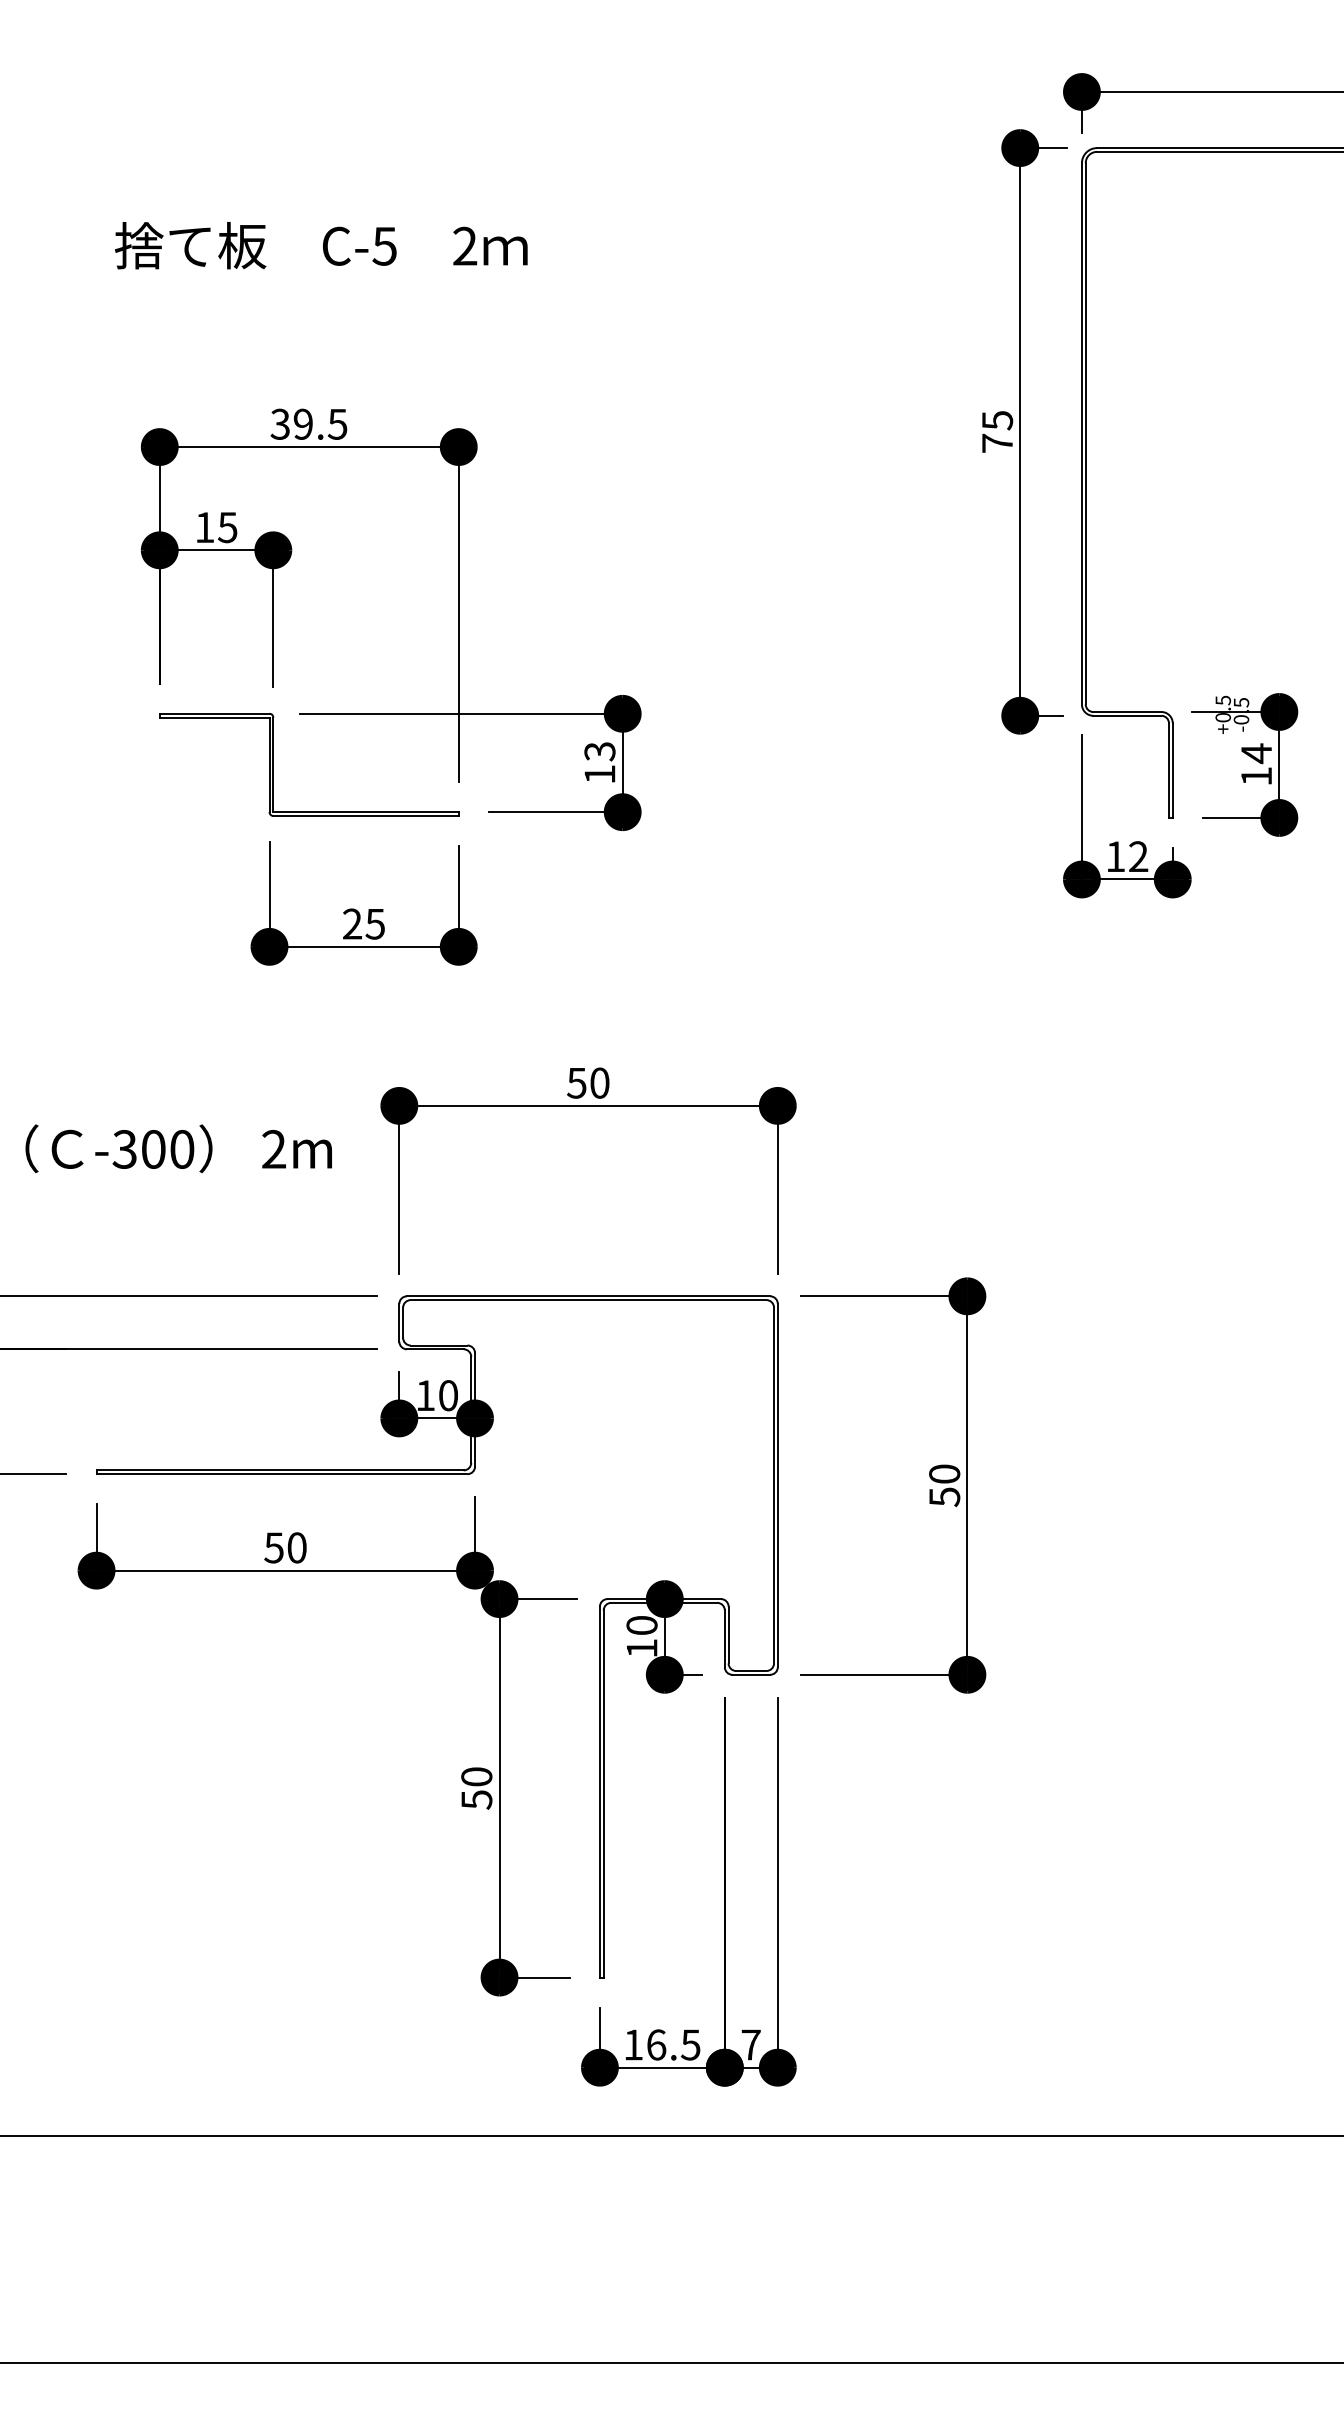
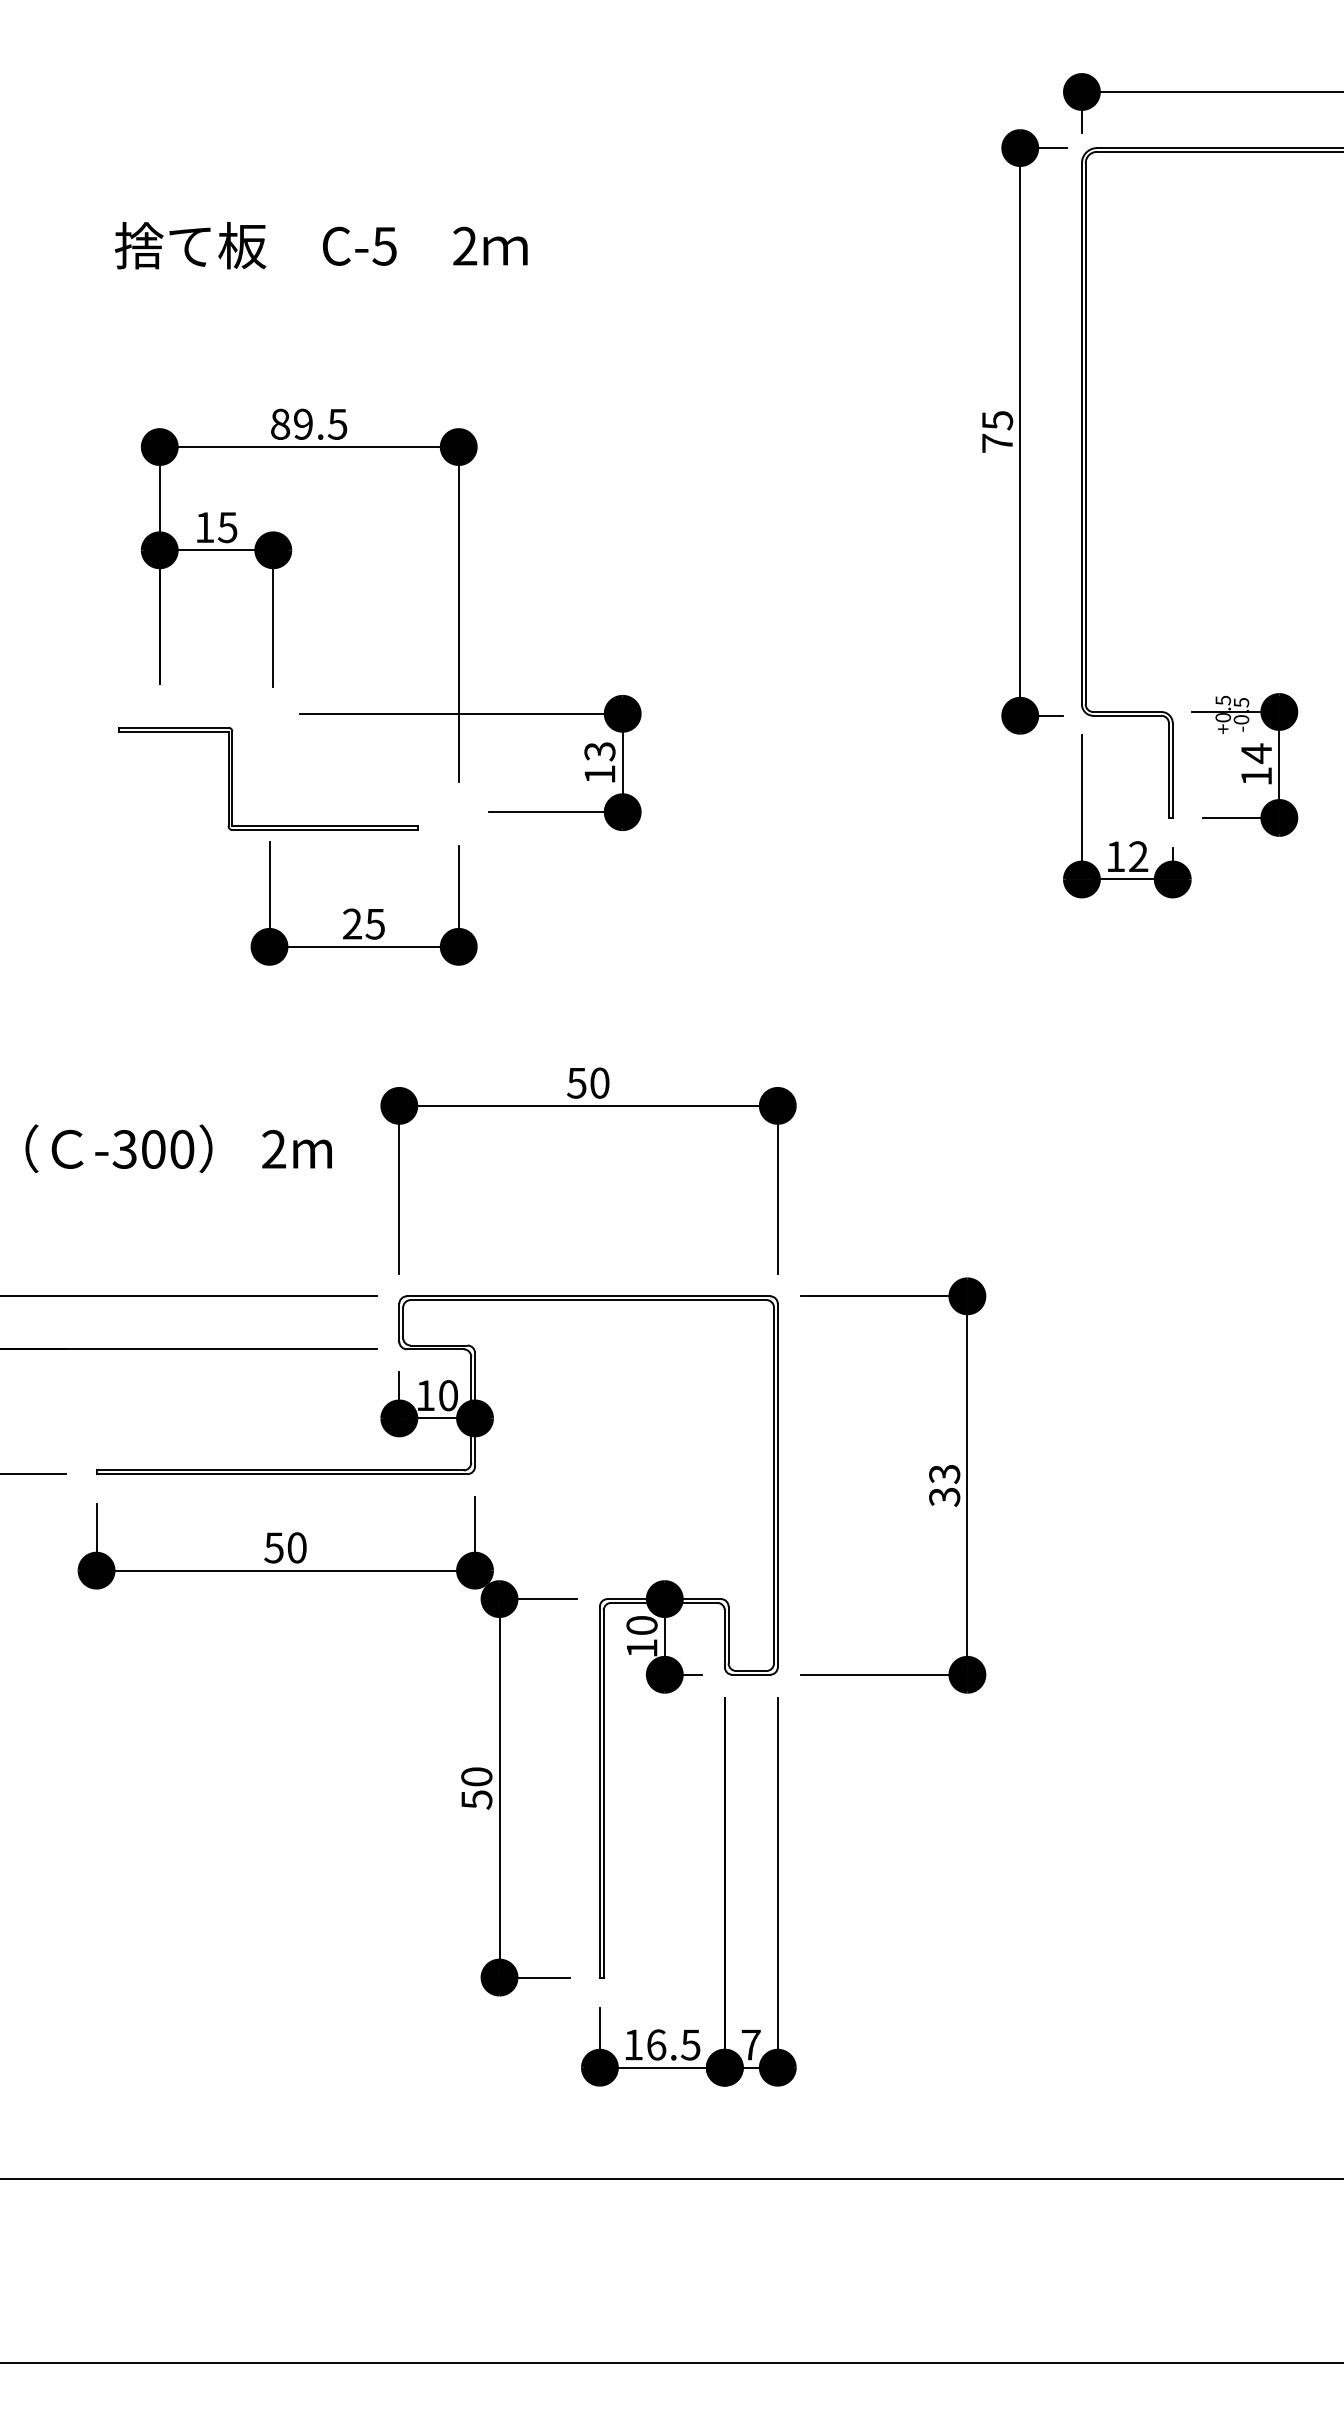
text at (280, 423): 39.5 -> 89.5
part at (273, 764) position: (273, 764) -> (232, 778)
text at (944, 1484): 50 -> 33
line at (671, 2135) position: (671, 2135) -> (671, 2178)
